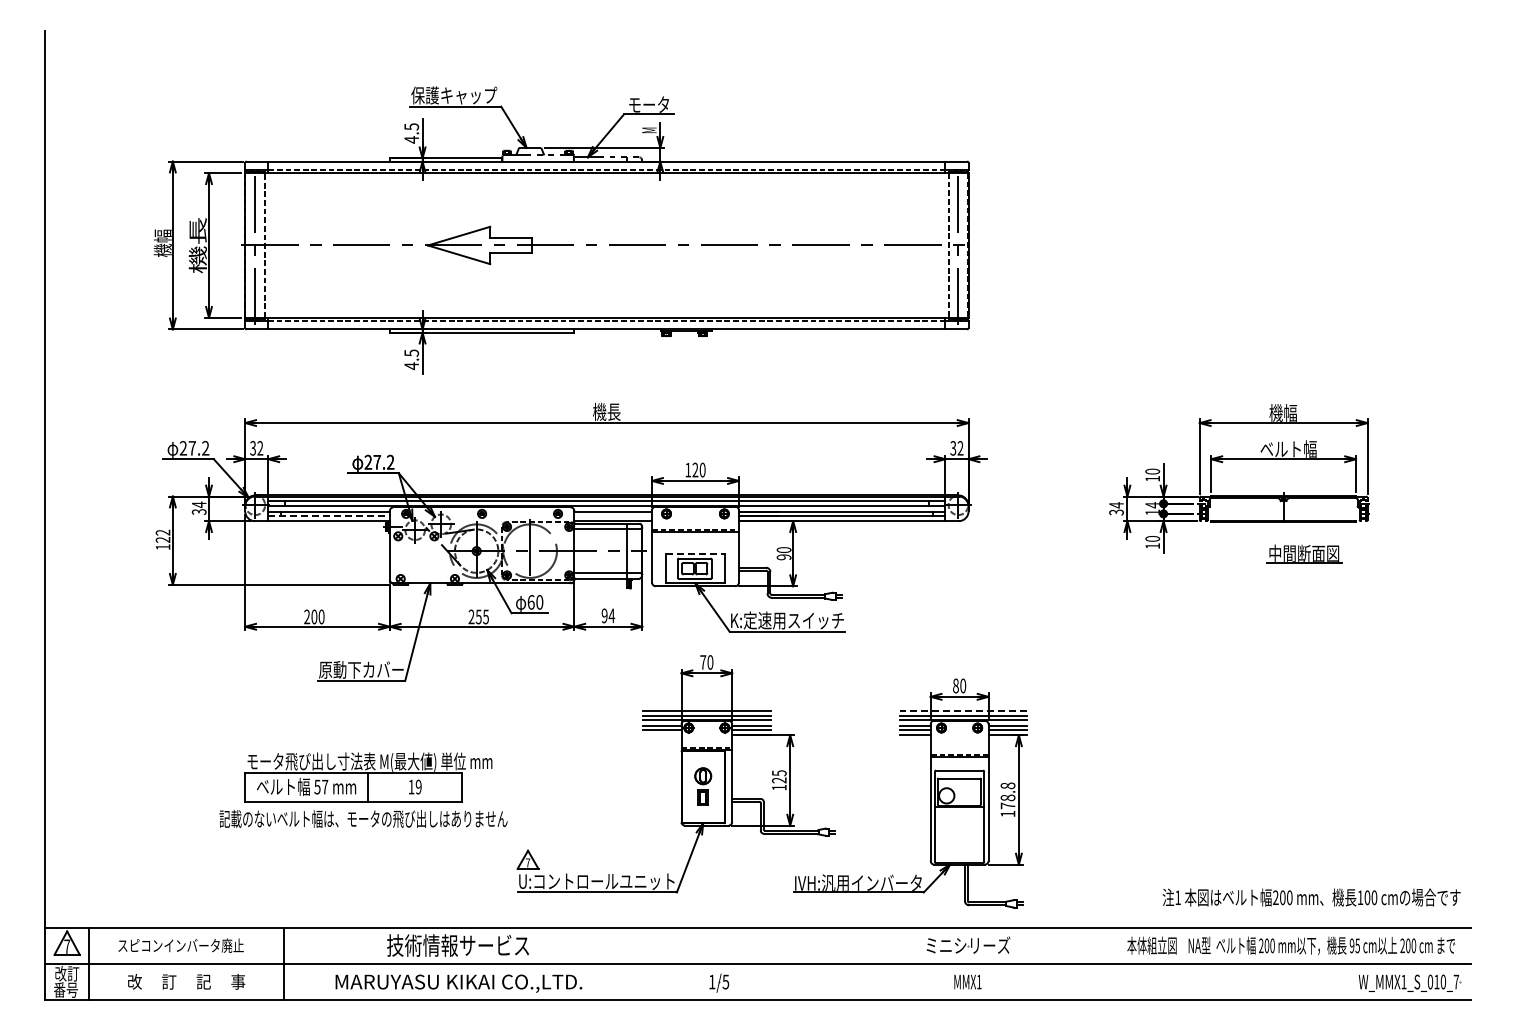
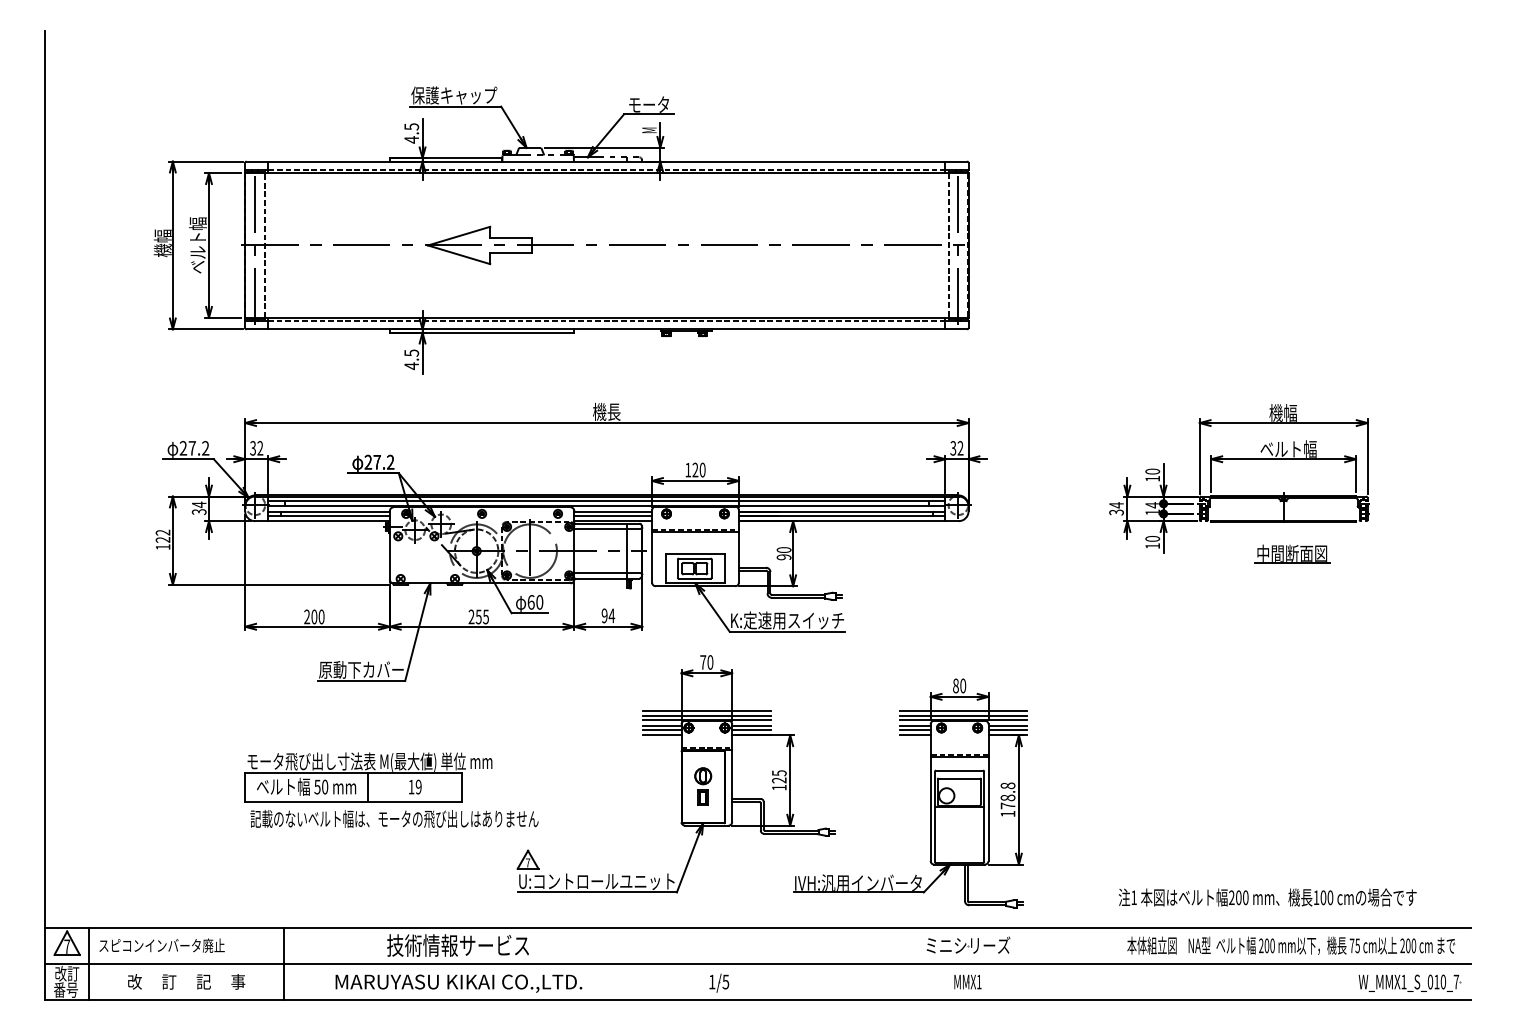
text at (197, 245): 機長 -> ベルト幅
line at (329, 516): dashed -> solid
line at (613, 516): none -> present
line at (695, 553): dashed -> solid
part at (1304, 553) position: (1304, 553) -> (1292, 553)
line at (963, 710): dashed -> solid
line at (662, 735): none -> present
text at (325, 786): 57 -> 50
text at (363, 818) position: (363, 818) -> (394, 818)
text at (1311, 897) position: (1311, 897) -> (1267, 897)
text at (180, 945) position: (180, 945) -> (161, 945)
text at (1351, 945): 95 -> 75
